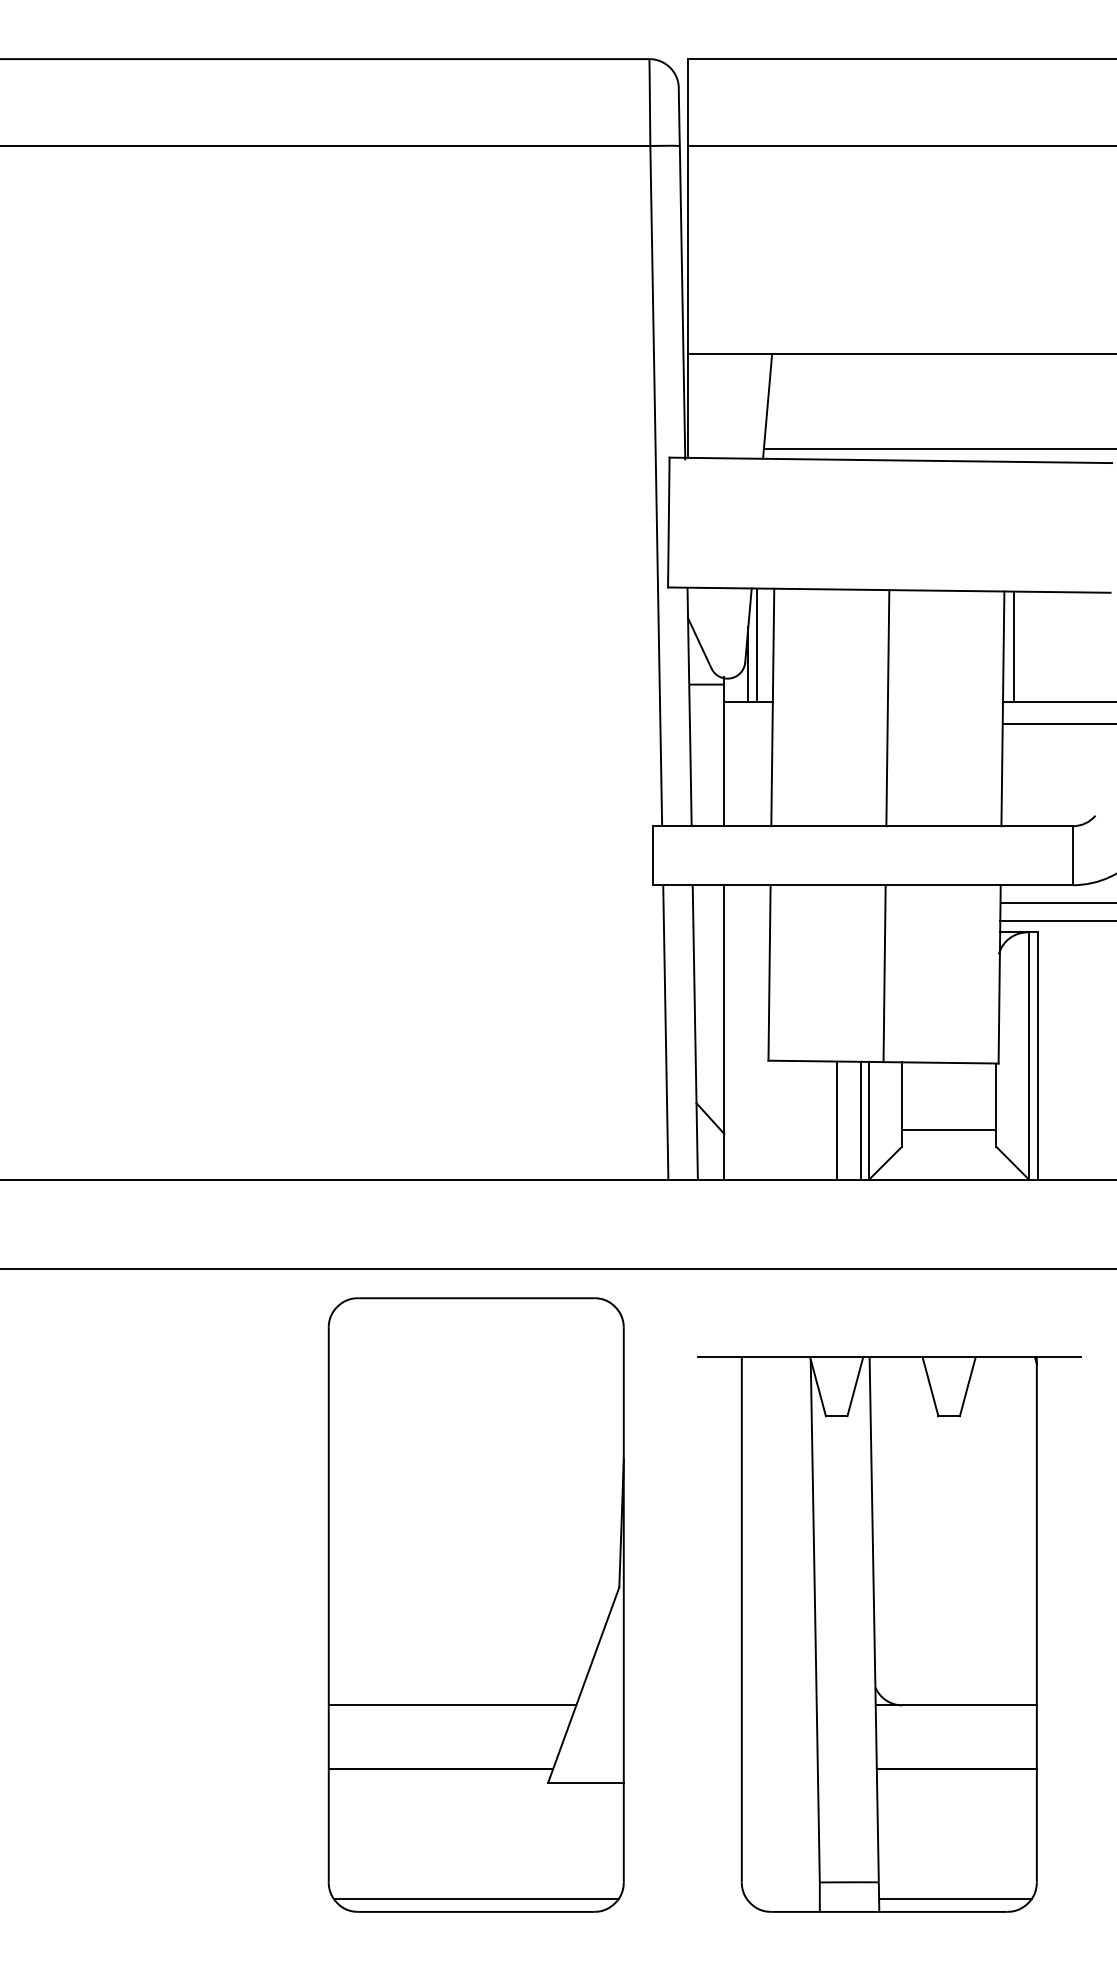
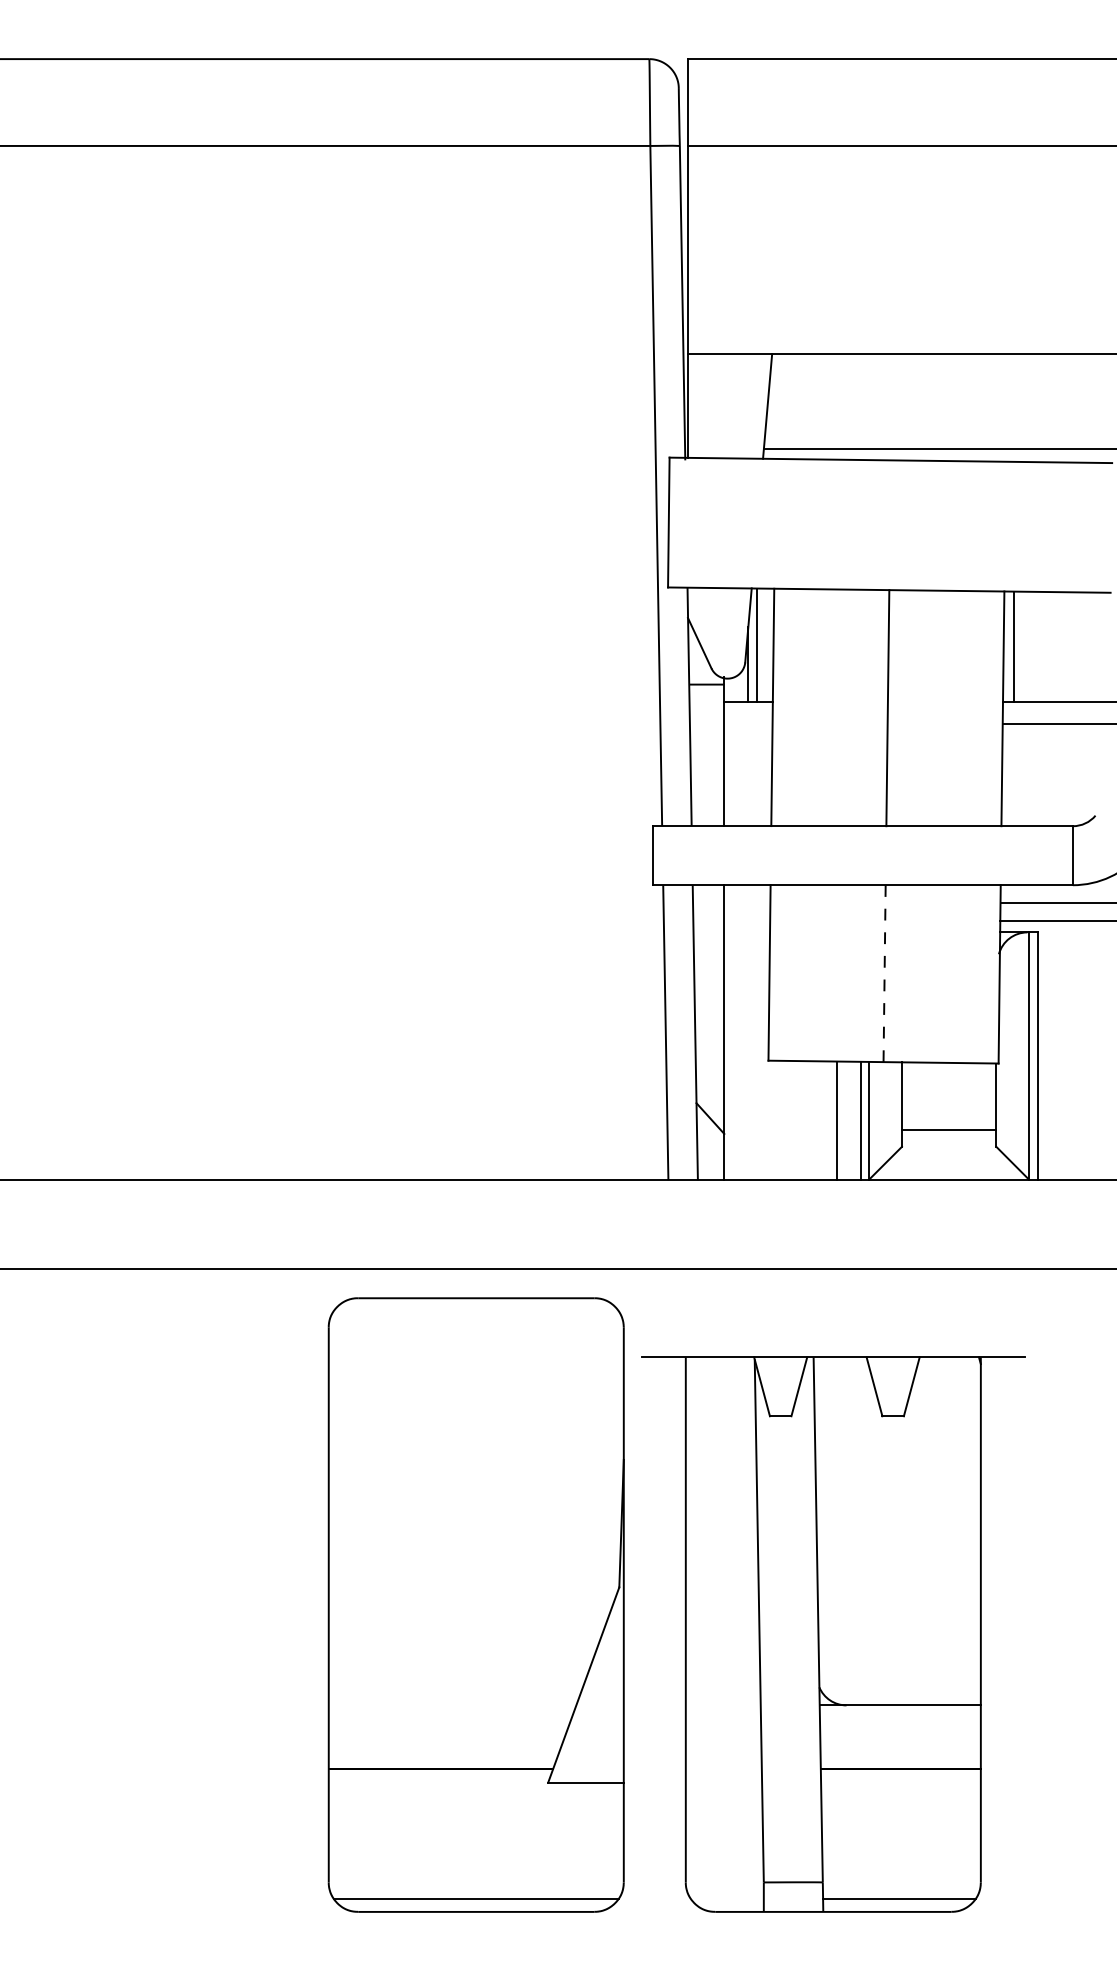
line at (884, 973): solid -> dashed
part at (889, 1634) position: (889, 1634) -> (833, 1634)
line at (452, 1705): present -> none
